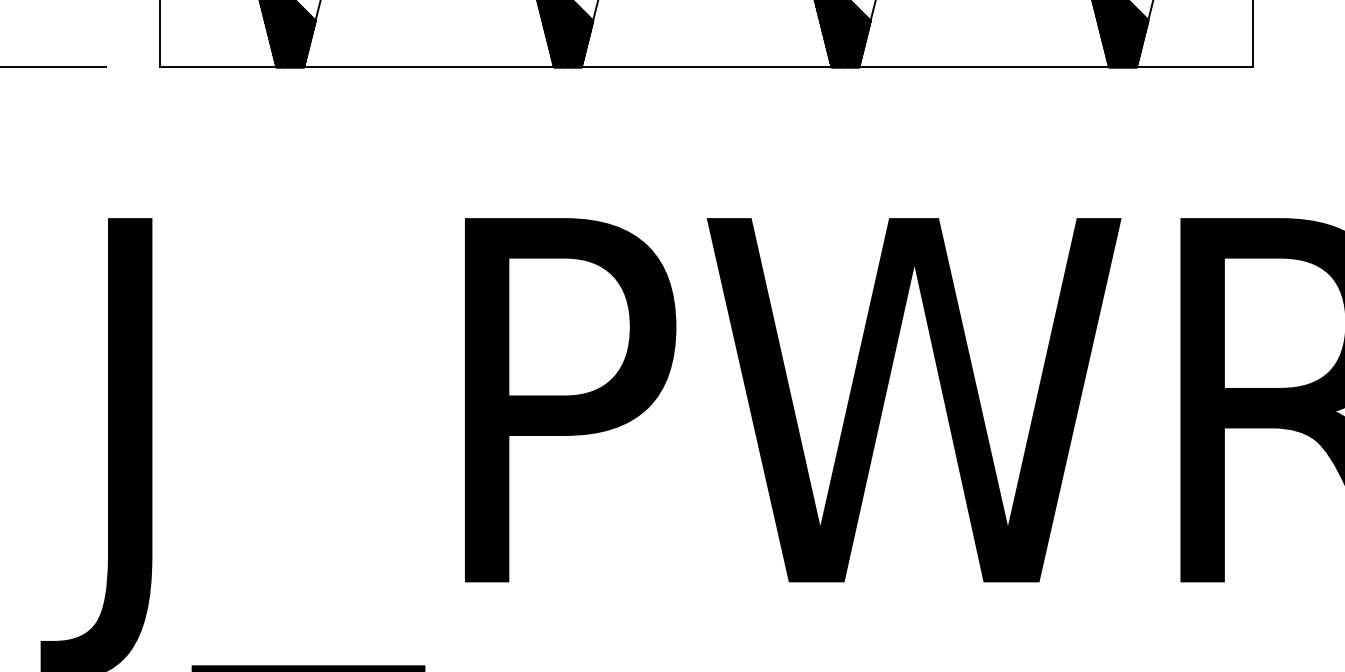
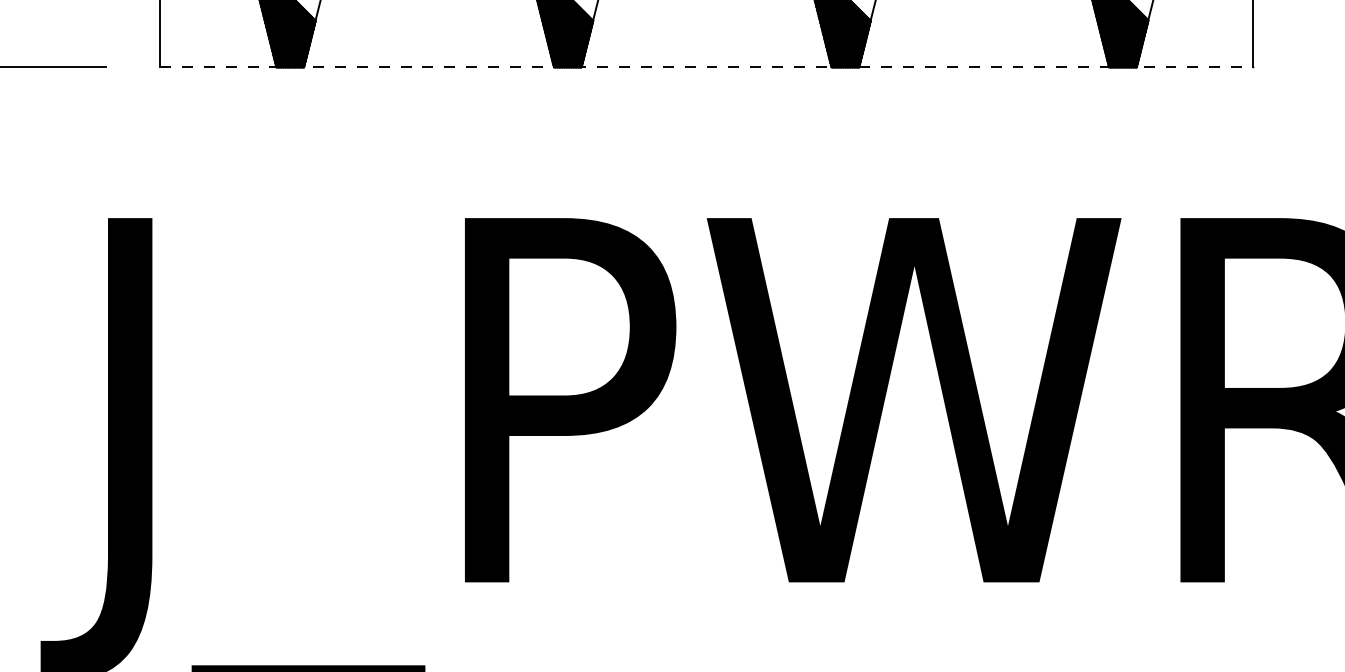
line at (707, 67): solid -> dashed
